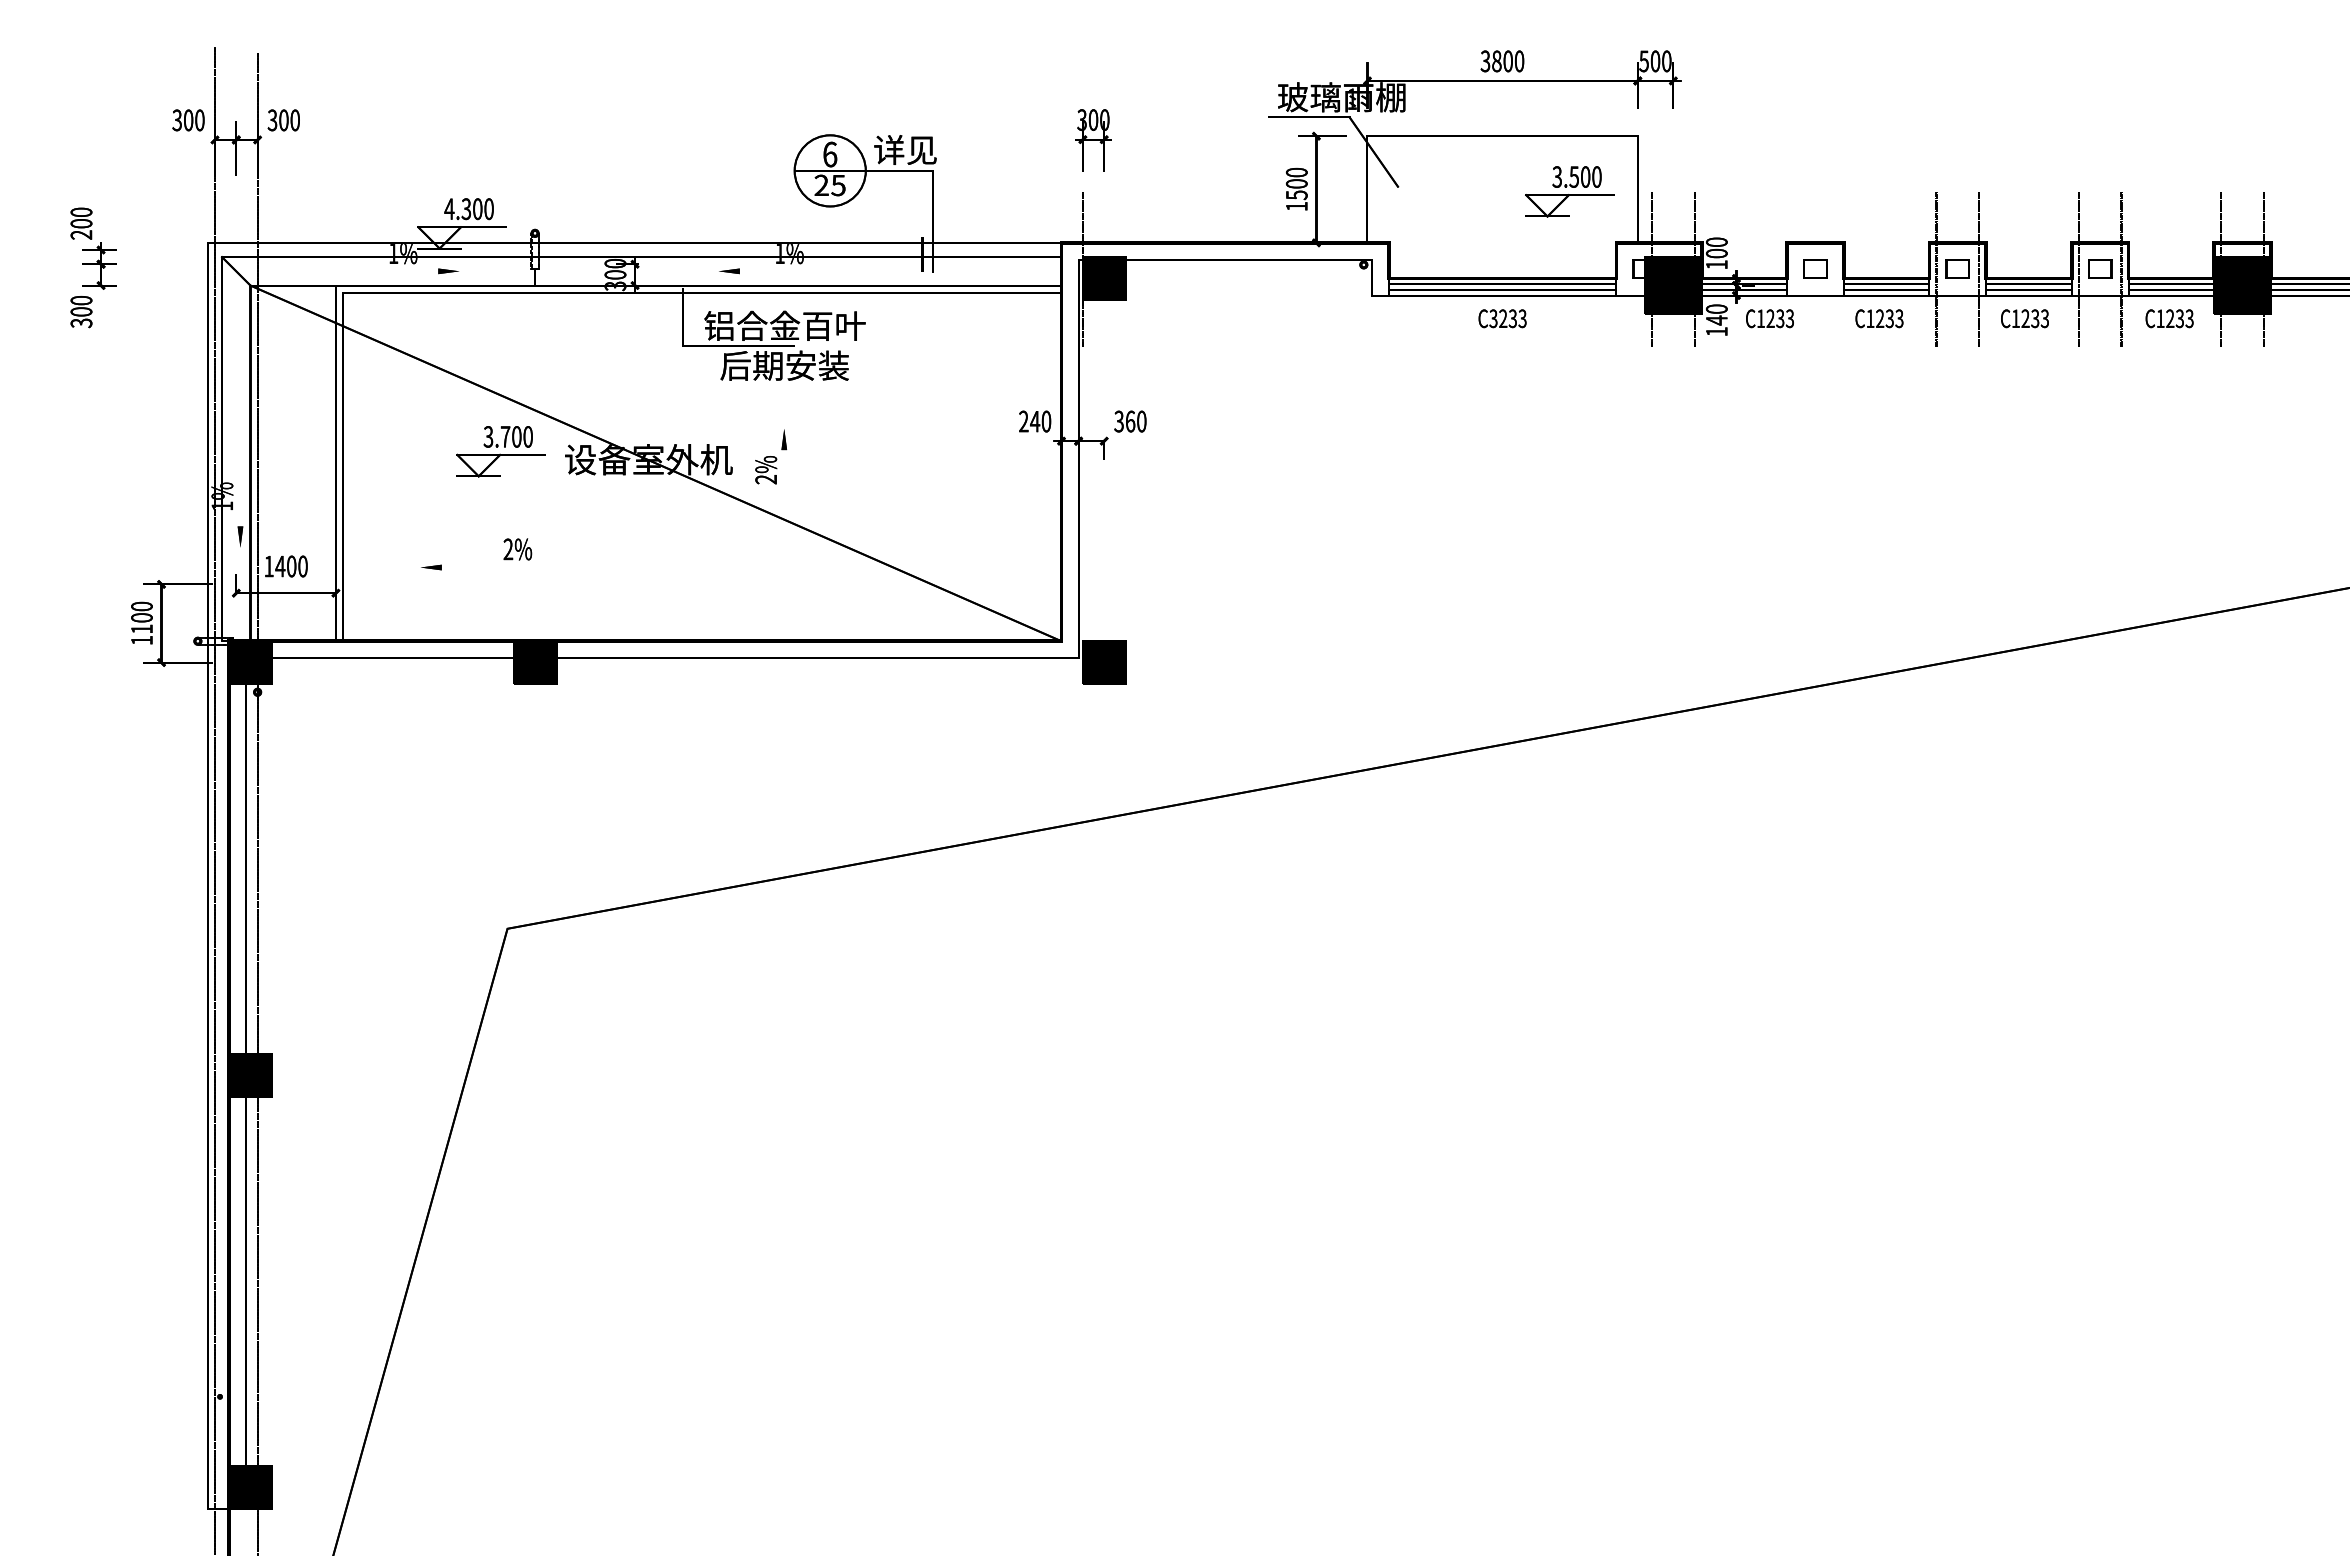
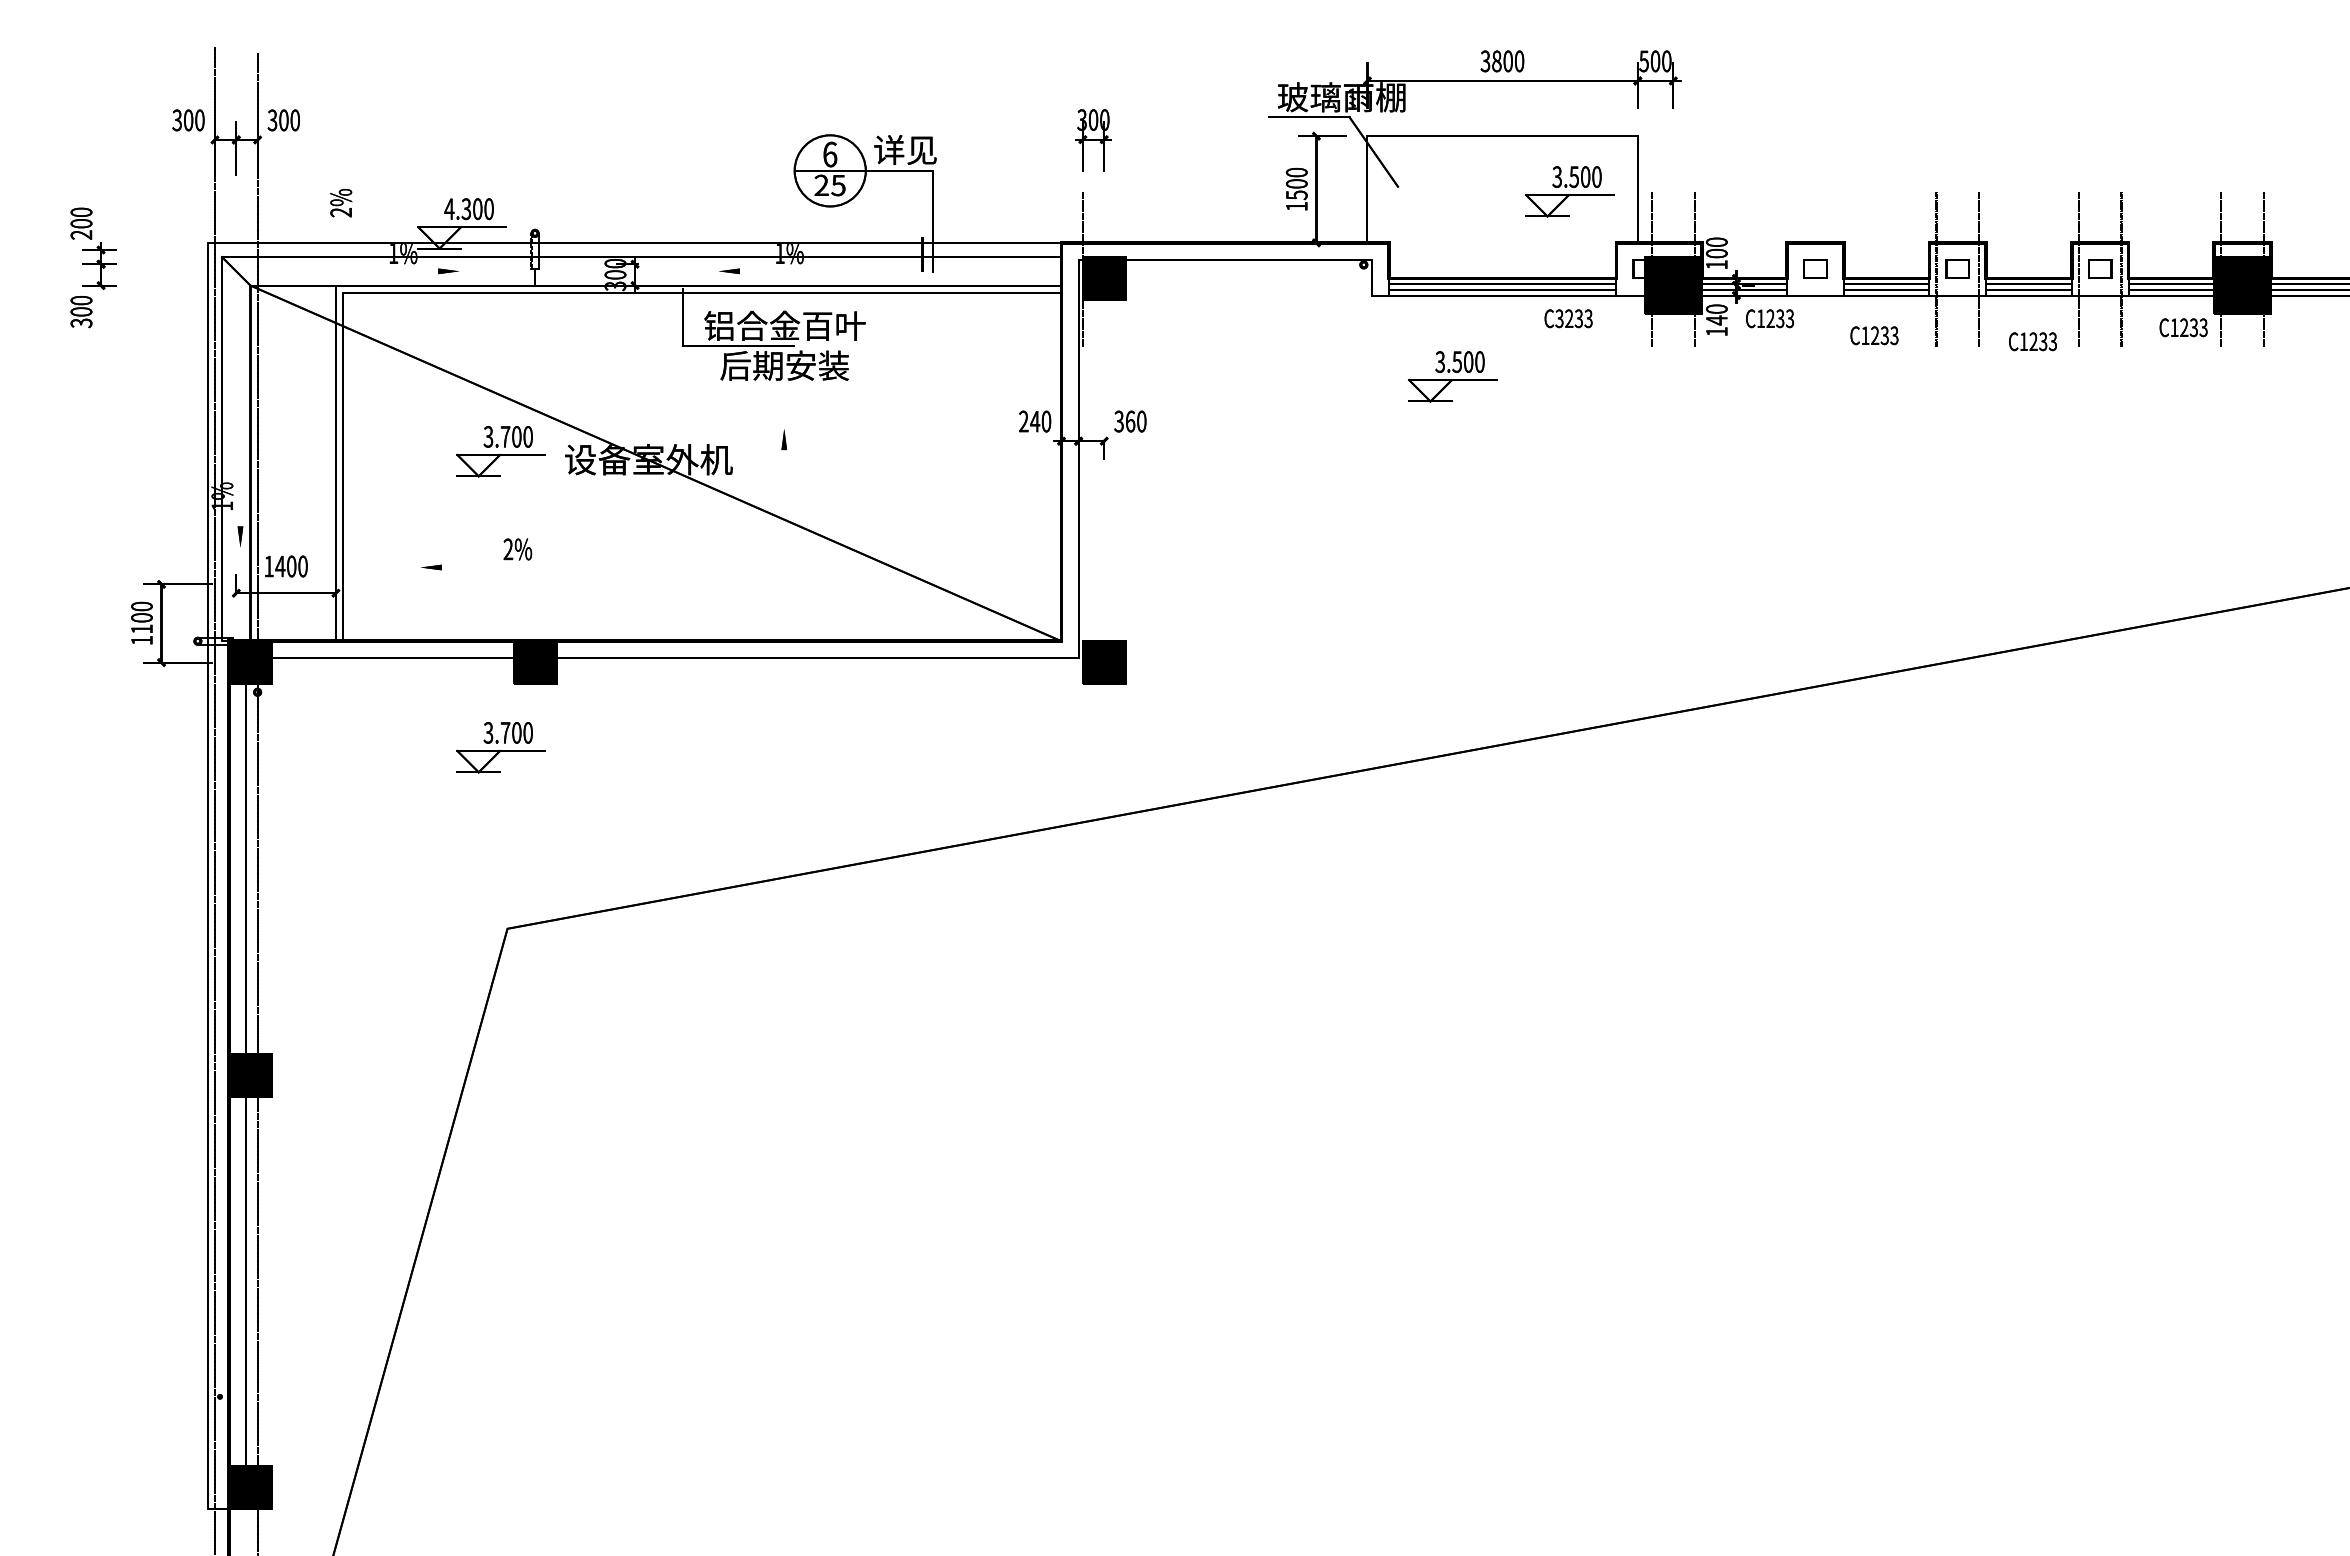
text at (1502, 318) position: (1502, 318) -> (1568, 318)
text at (1879, 318) position: (1879, 318) -> (1874, 335)
text at (2024, 318) position: (2024, 318) -> (2032, 341)
text at (2169, 318) position: (2169, 318) -> (2183, 327)
part at (1452, 376): none -> present
text at (766, 470) position: (766, 470) -> (341, 203)
part at (500, 747): none -> present
